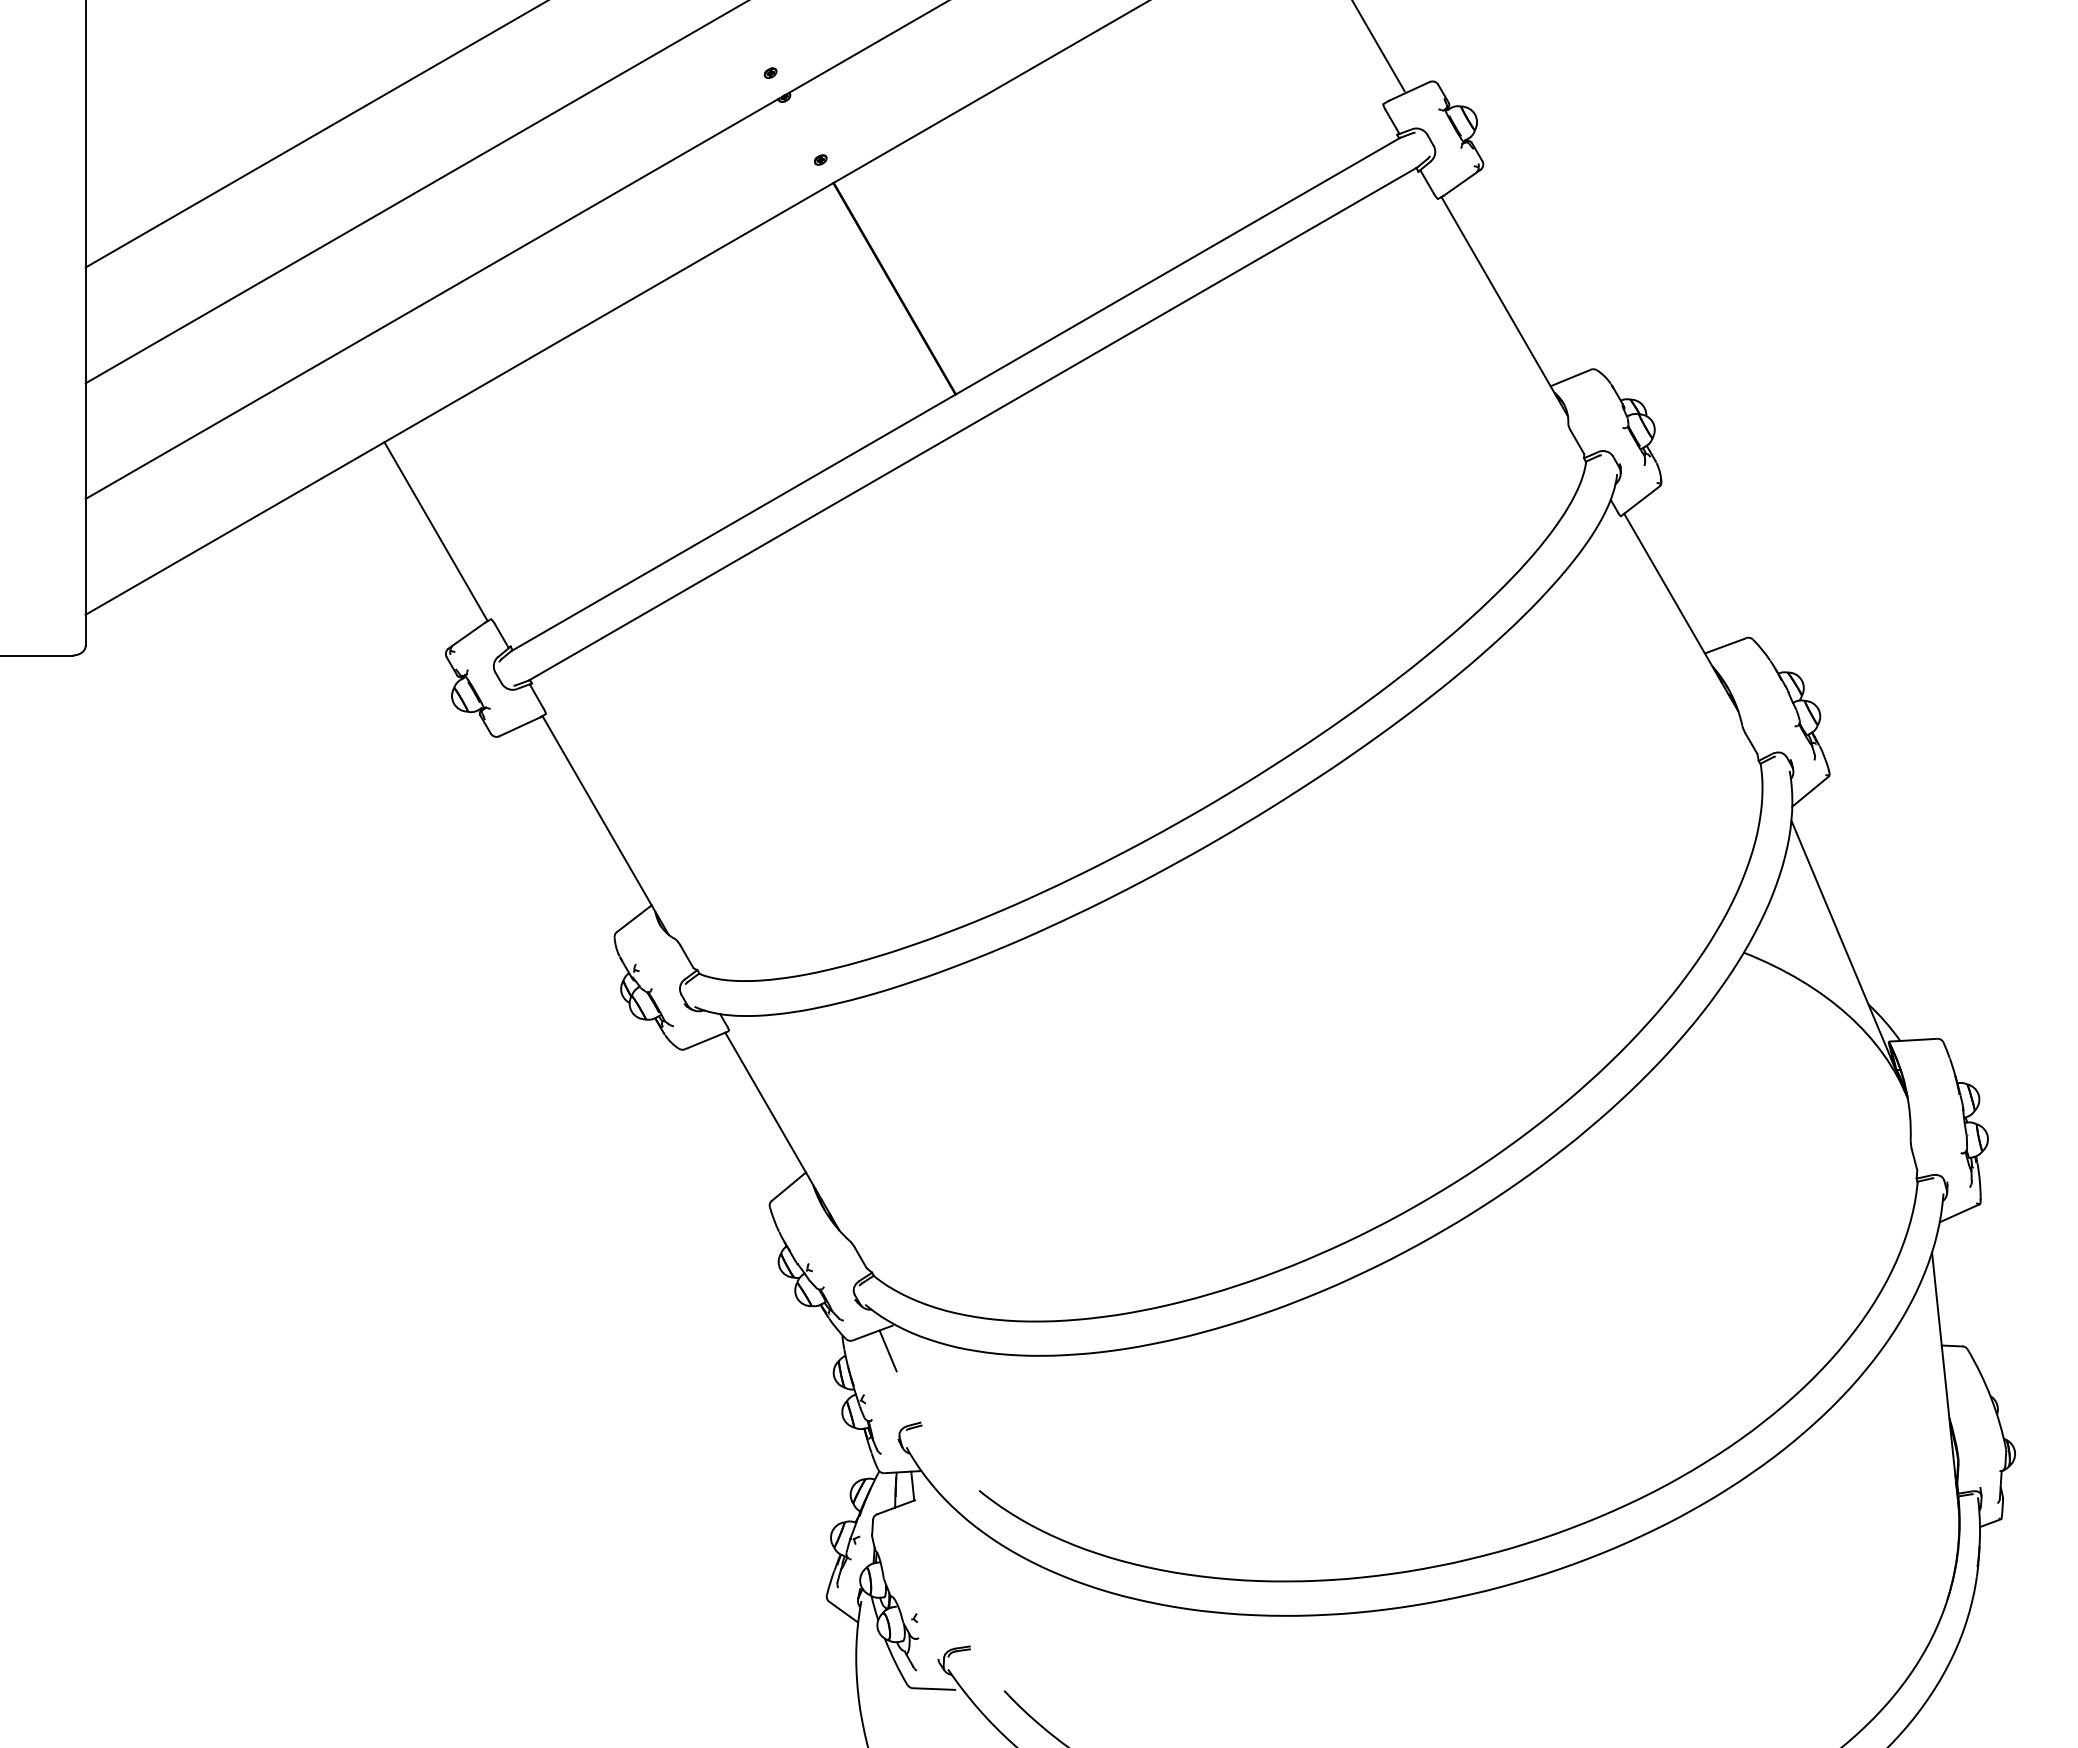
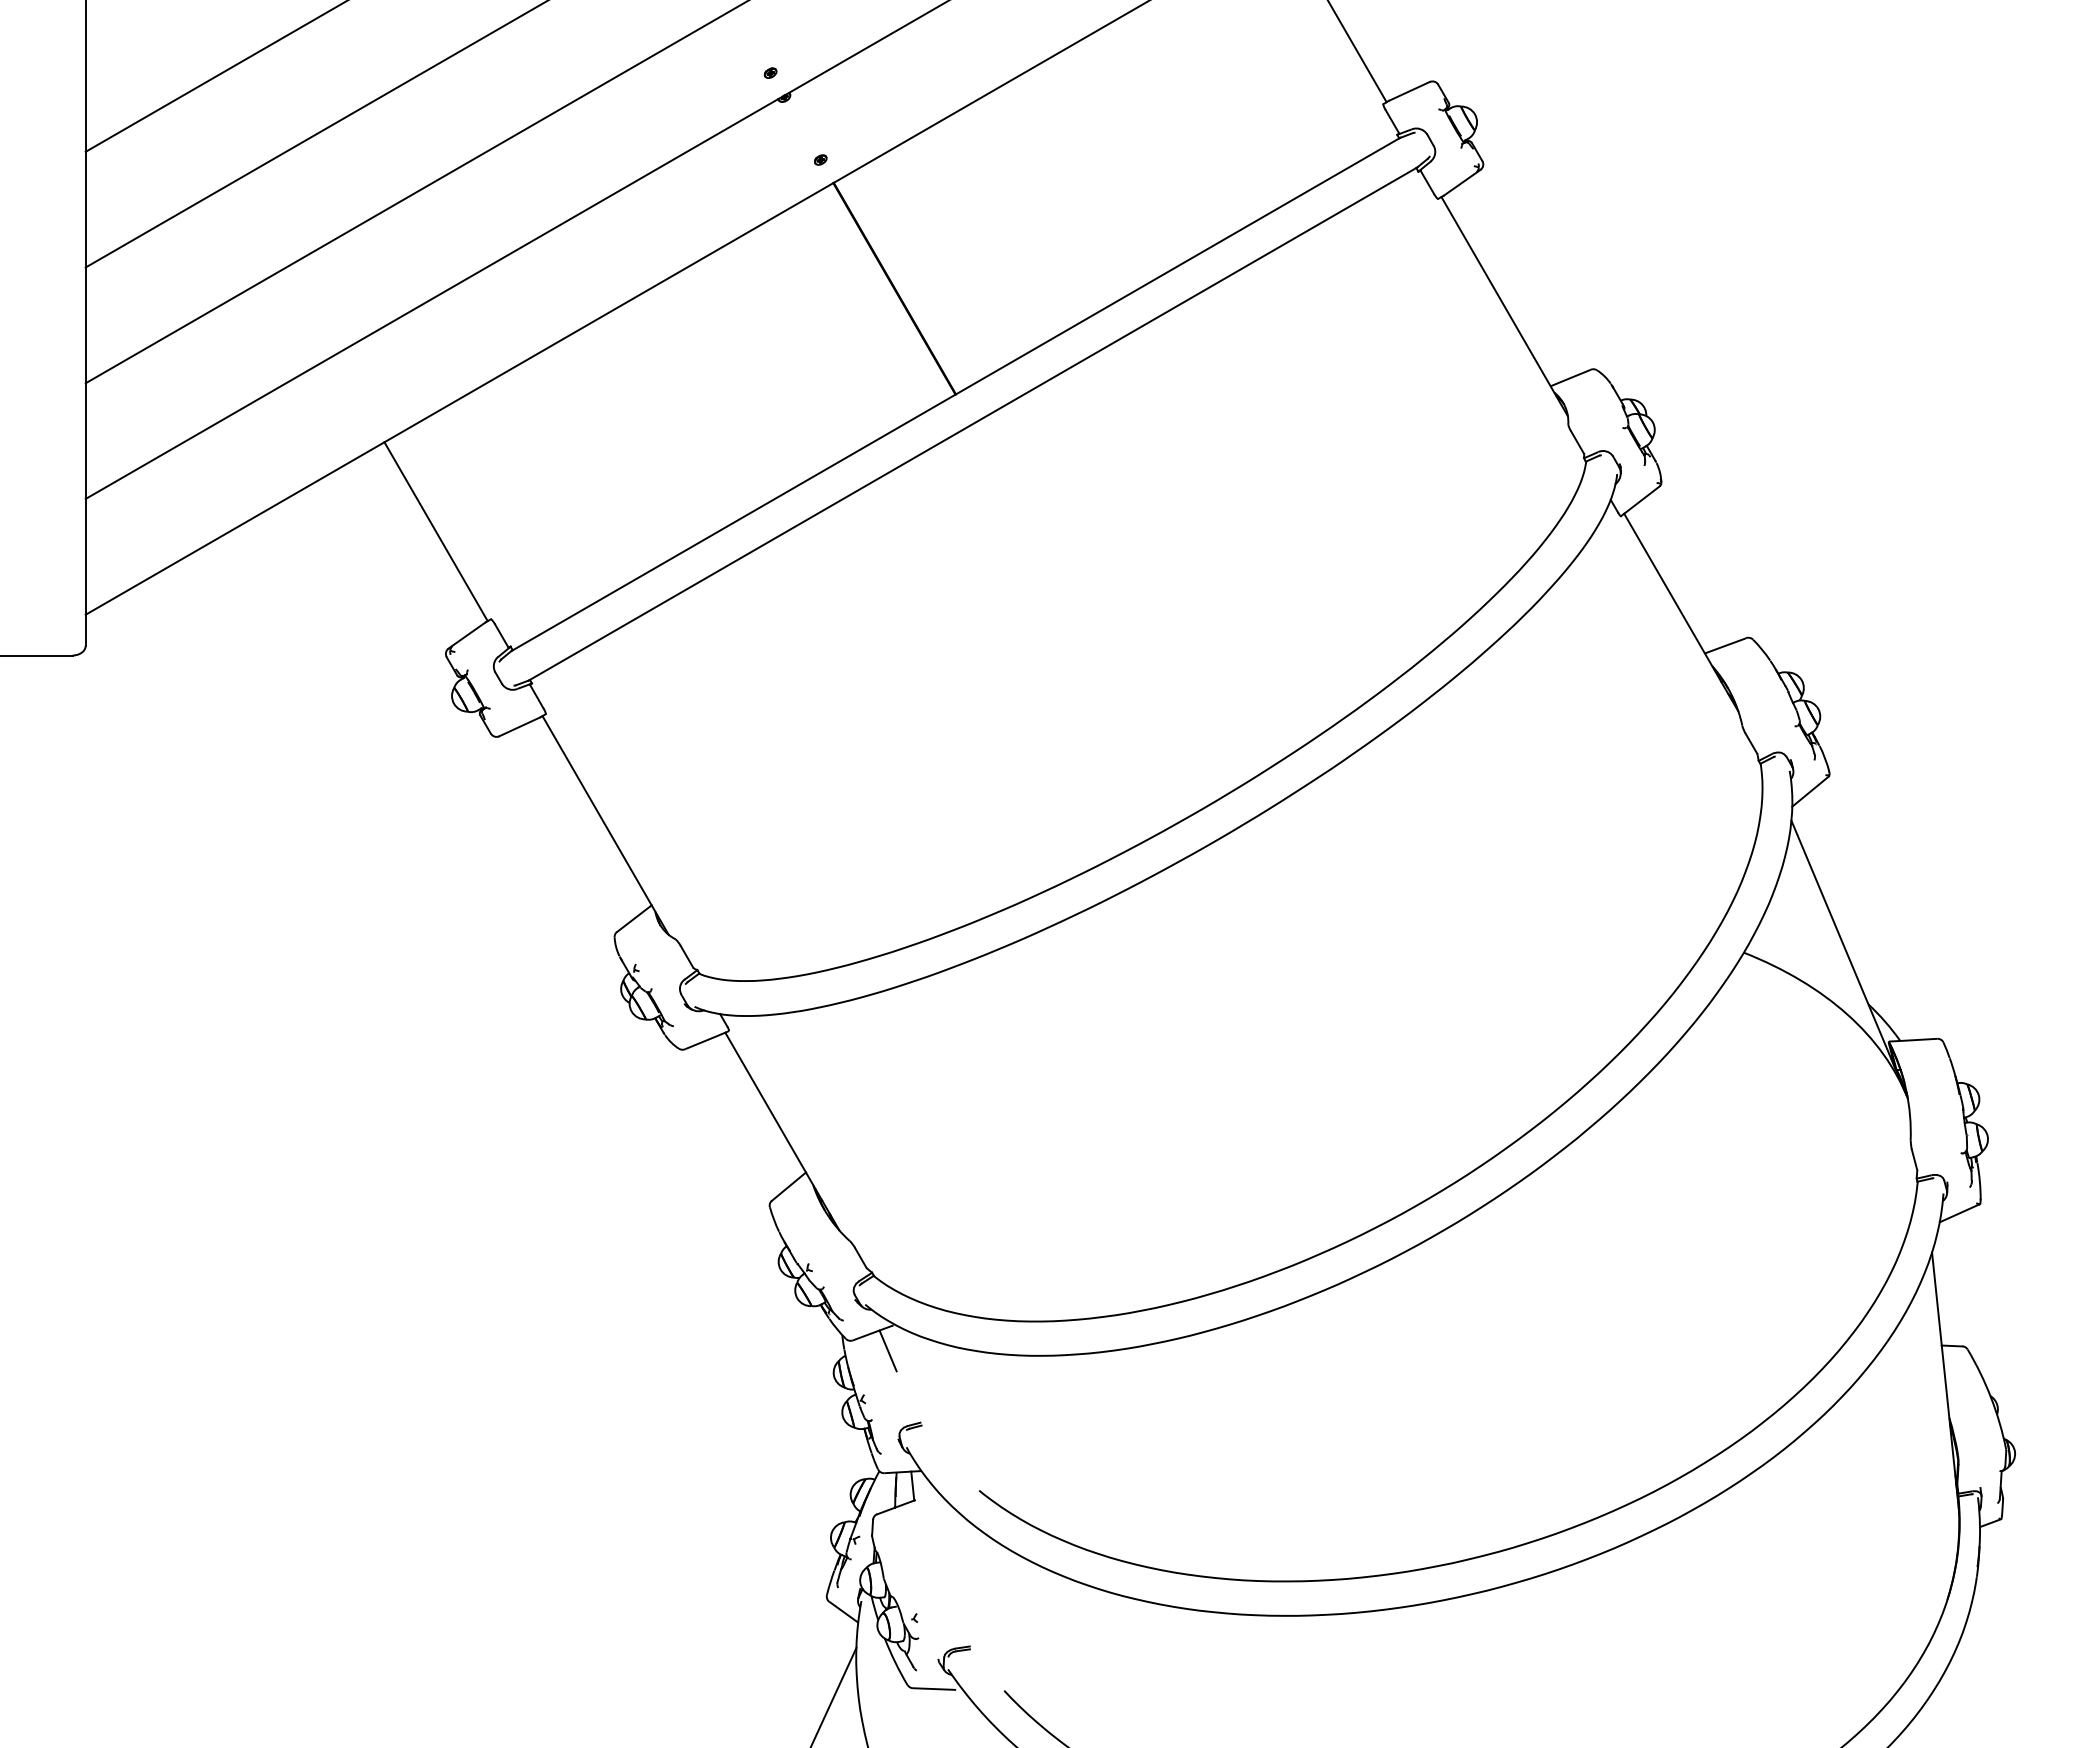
line at (1378, 46) position: (1378, 46) -> (1357, 52)
line at (214, 76): none -> present
line at (834, 1695): none -> present
